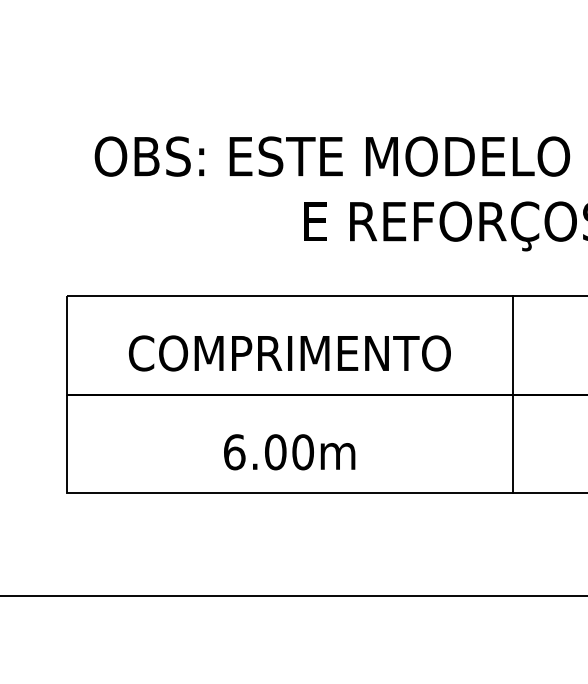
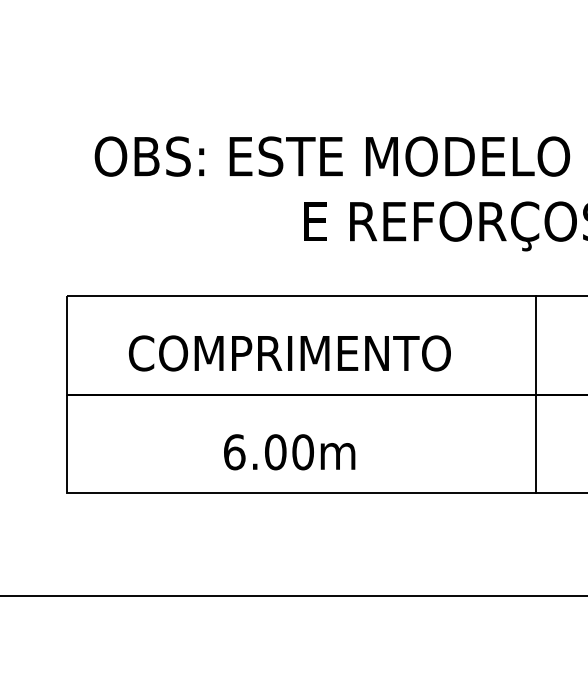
line at (512, 394) position: (512, 394) -> (535, 394)
